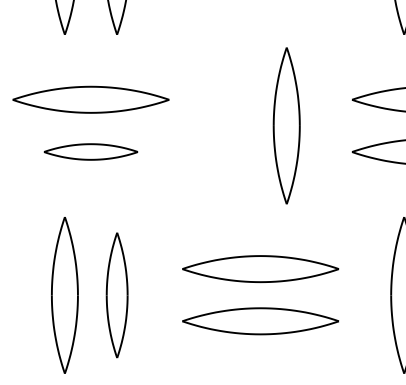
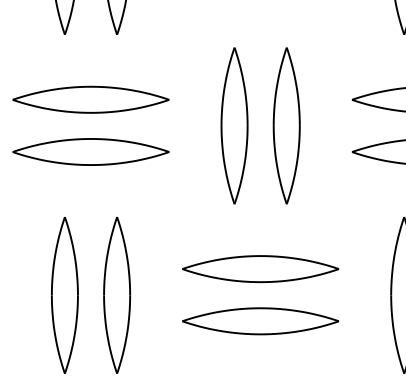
part at (234, 125): none -> present
part at (90, 151) size: 96x18 px -> 158x28 px
part at (116, 295) size: 24x127 px -> 29x157 px
